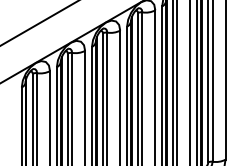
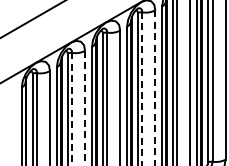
line at (38, 23) position: (38, 23) -> (32, 19)
line at (142, 88): solid -> dashed
line at (155, 88): solid -> dashed
line at (72, 108): solid -> dashed
line at (85, 108): solid -> dashed
